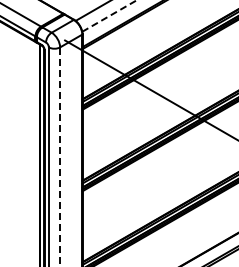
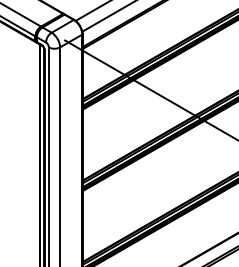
line at (109, 15): dashed -> solid
line at (60, 156): dashed -> solid
